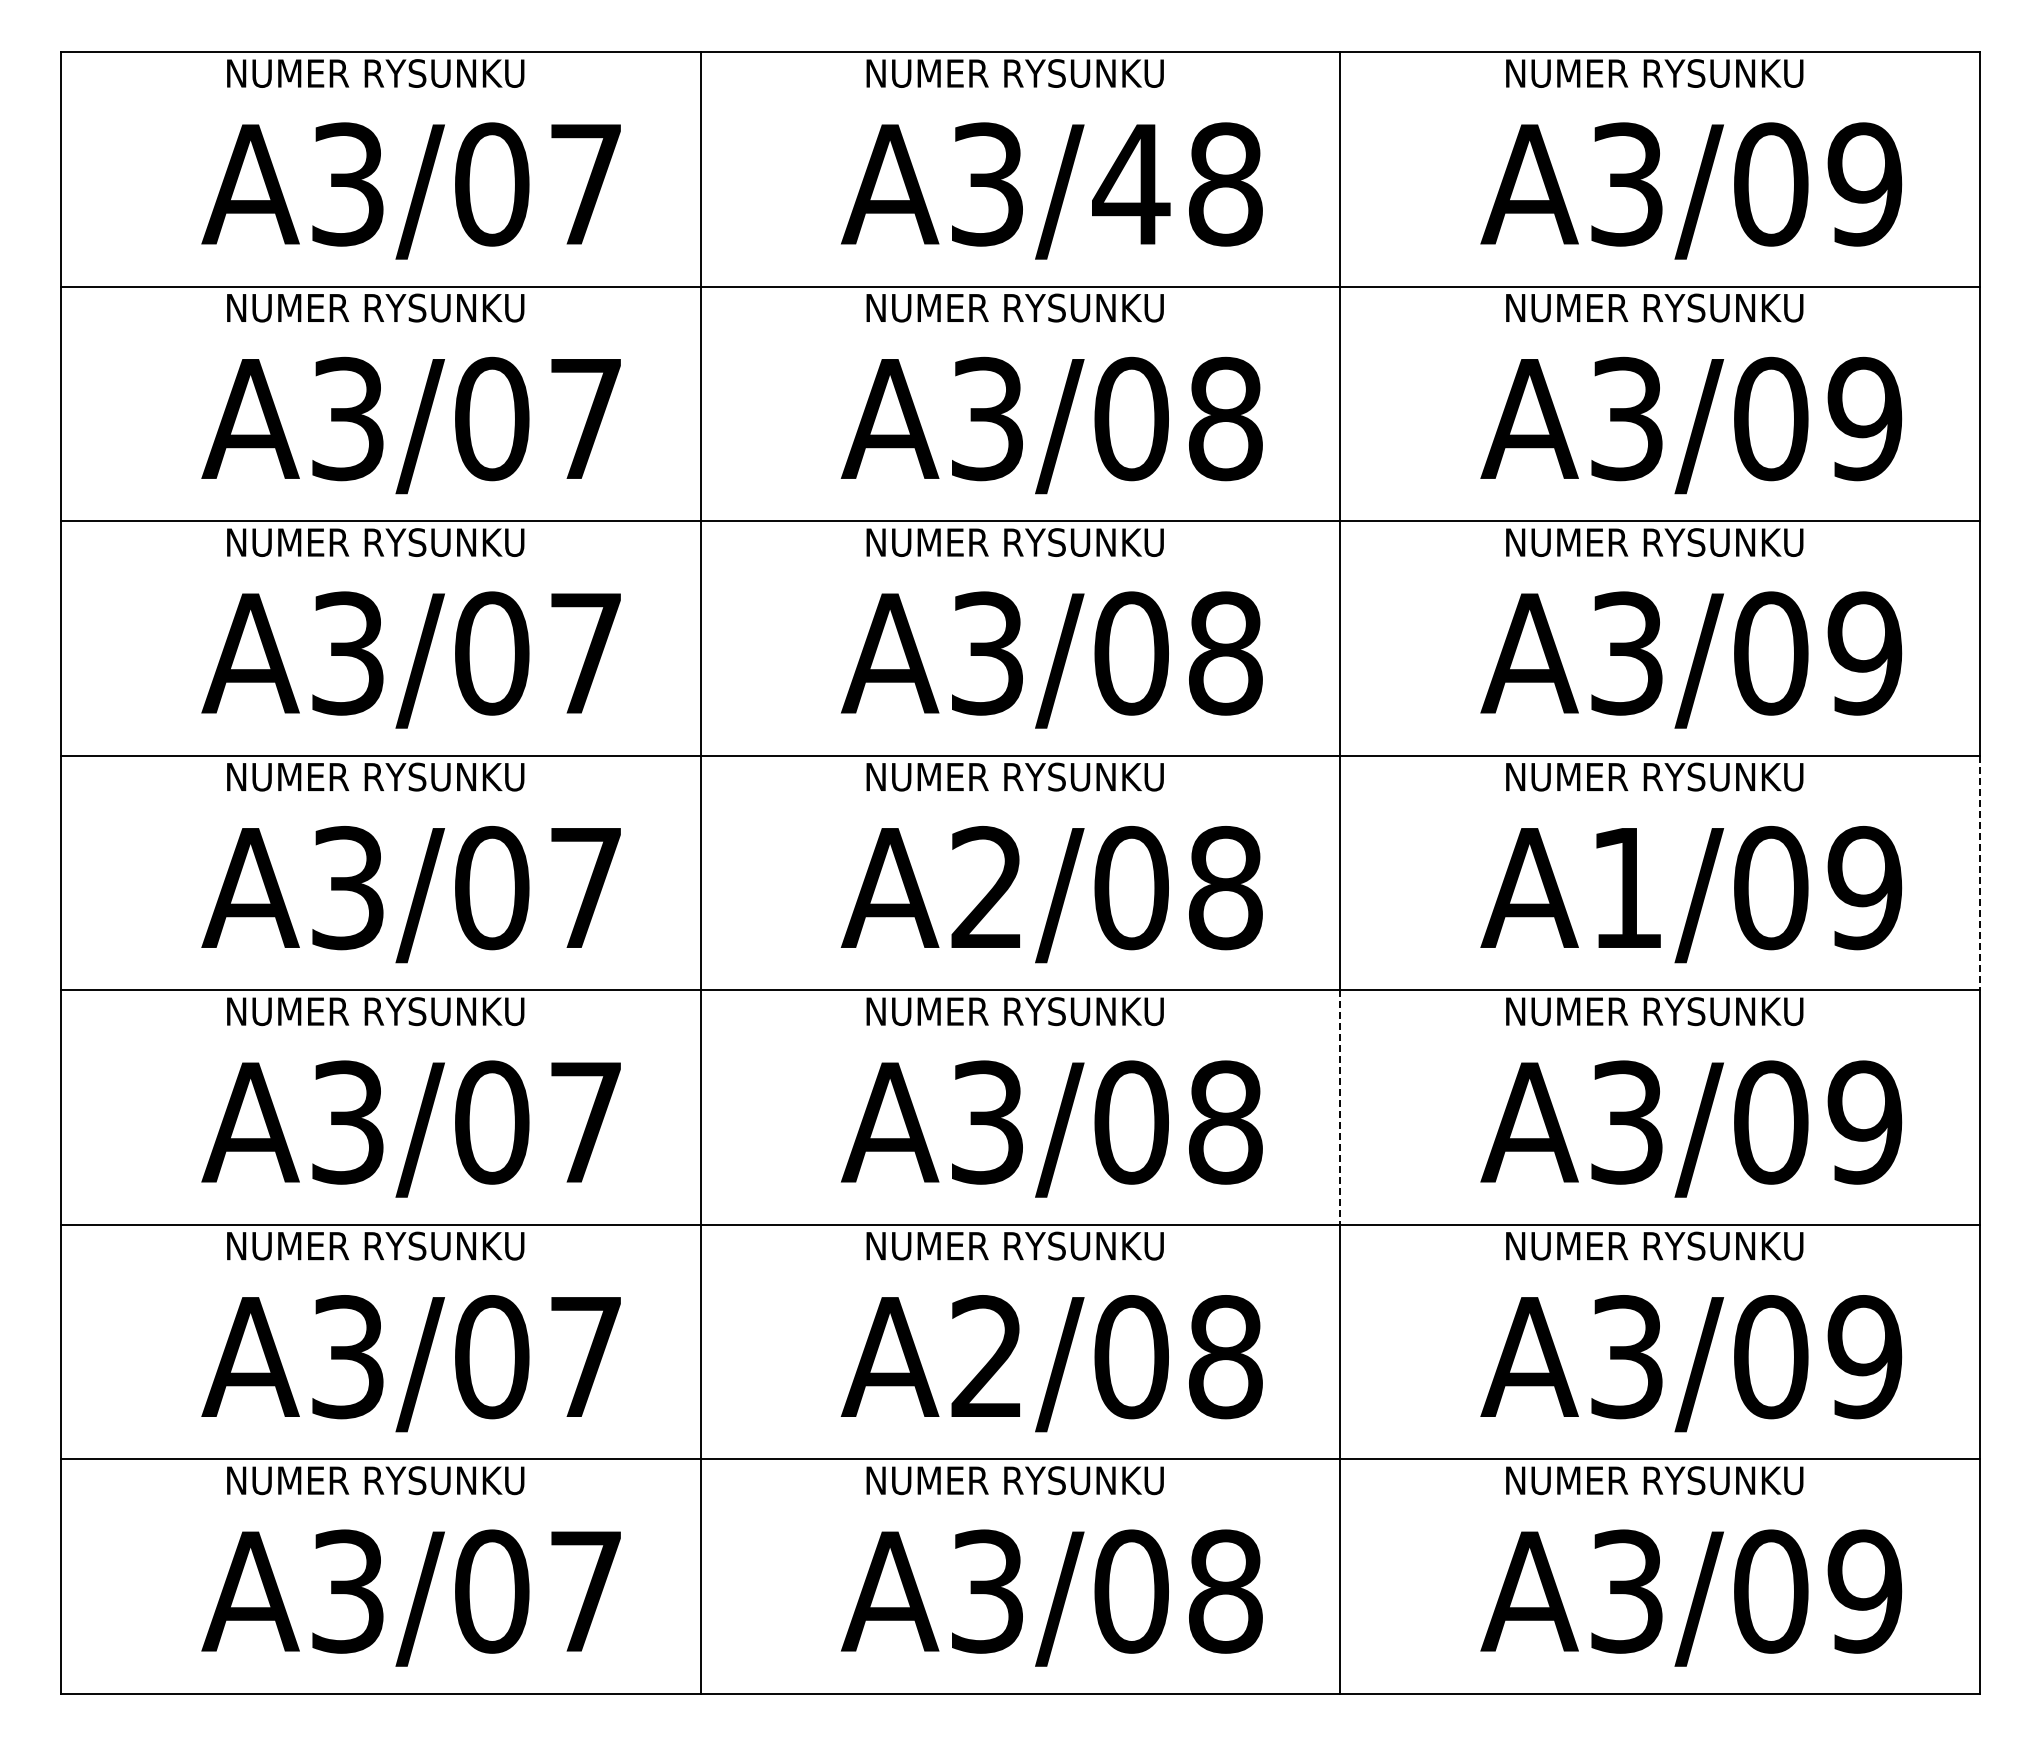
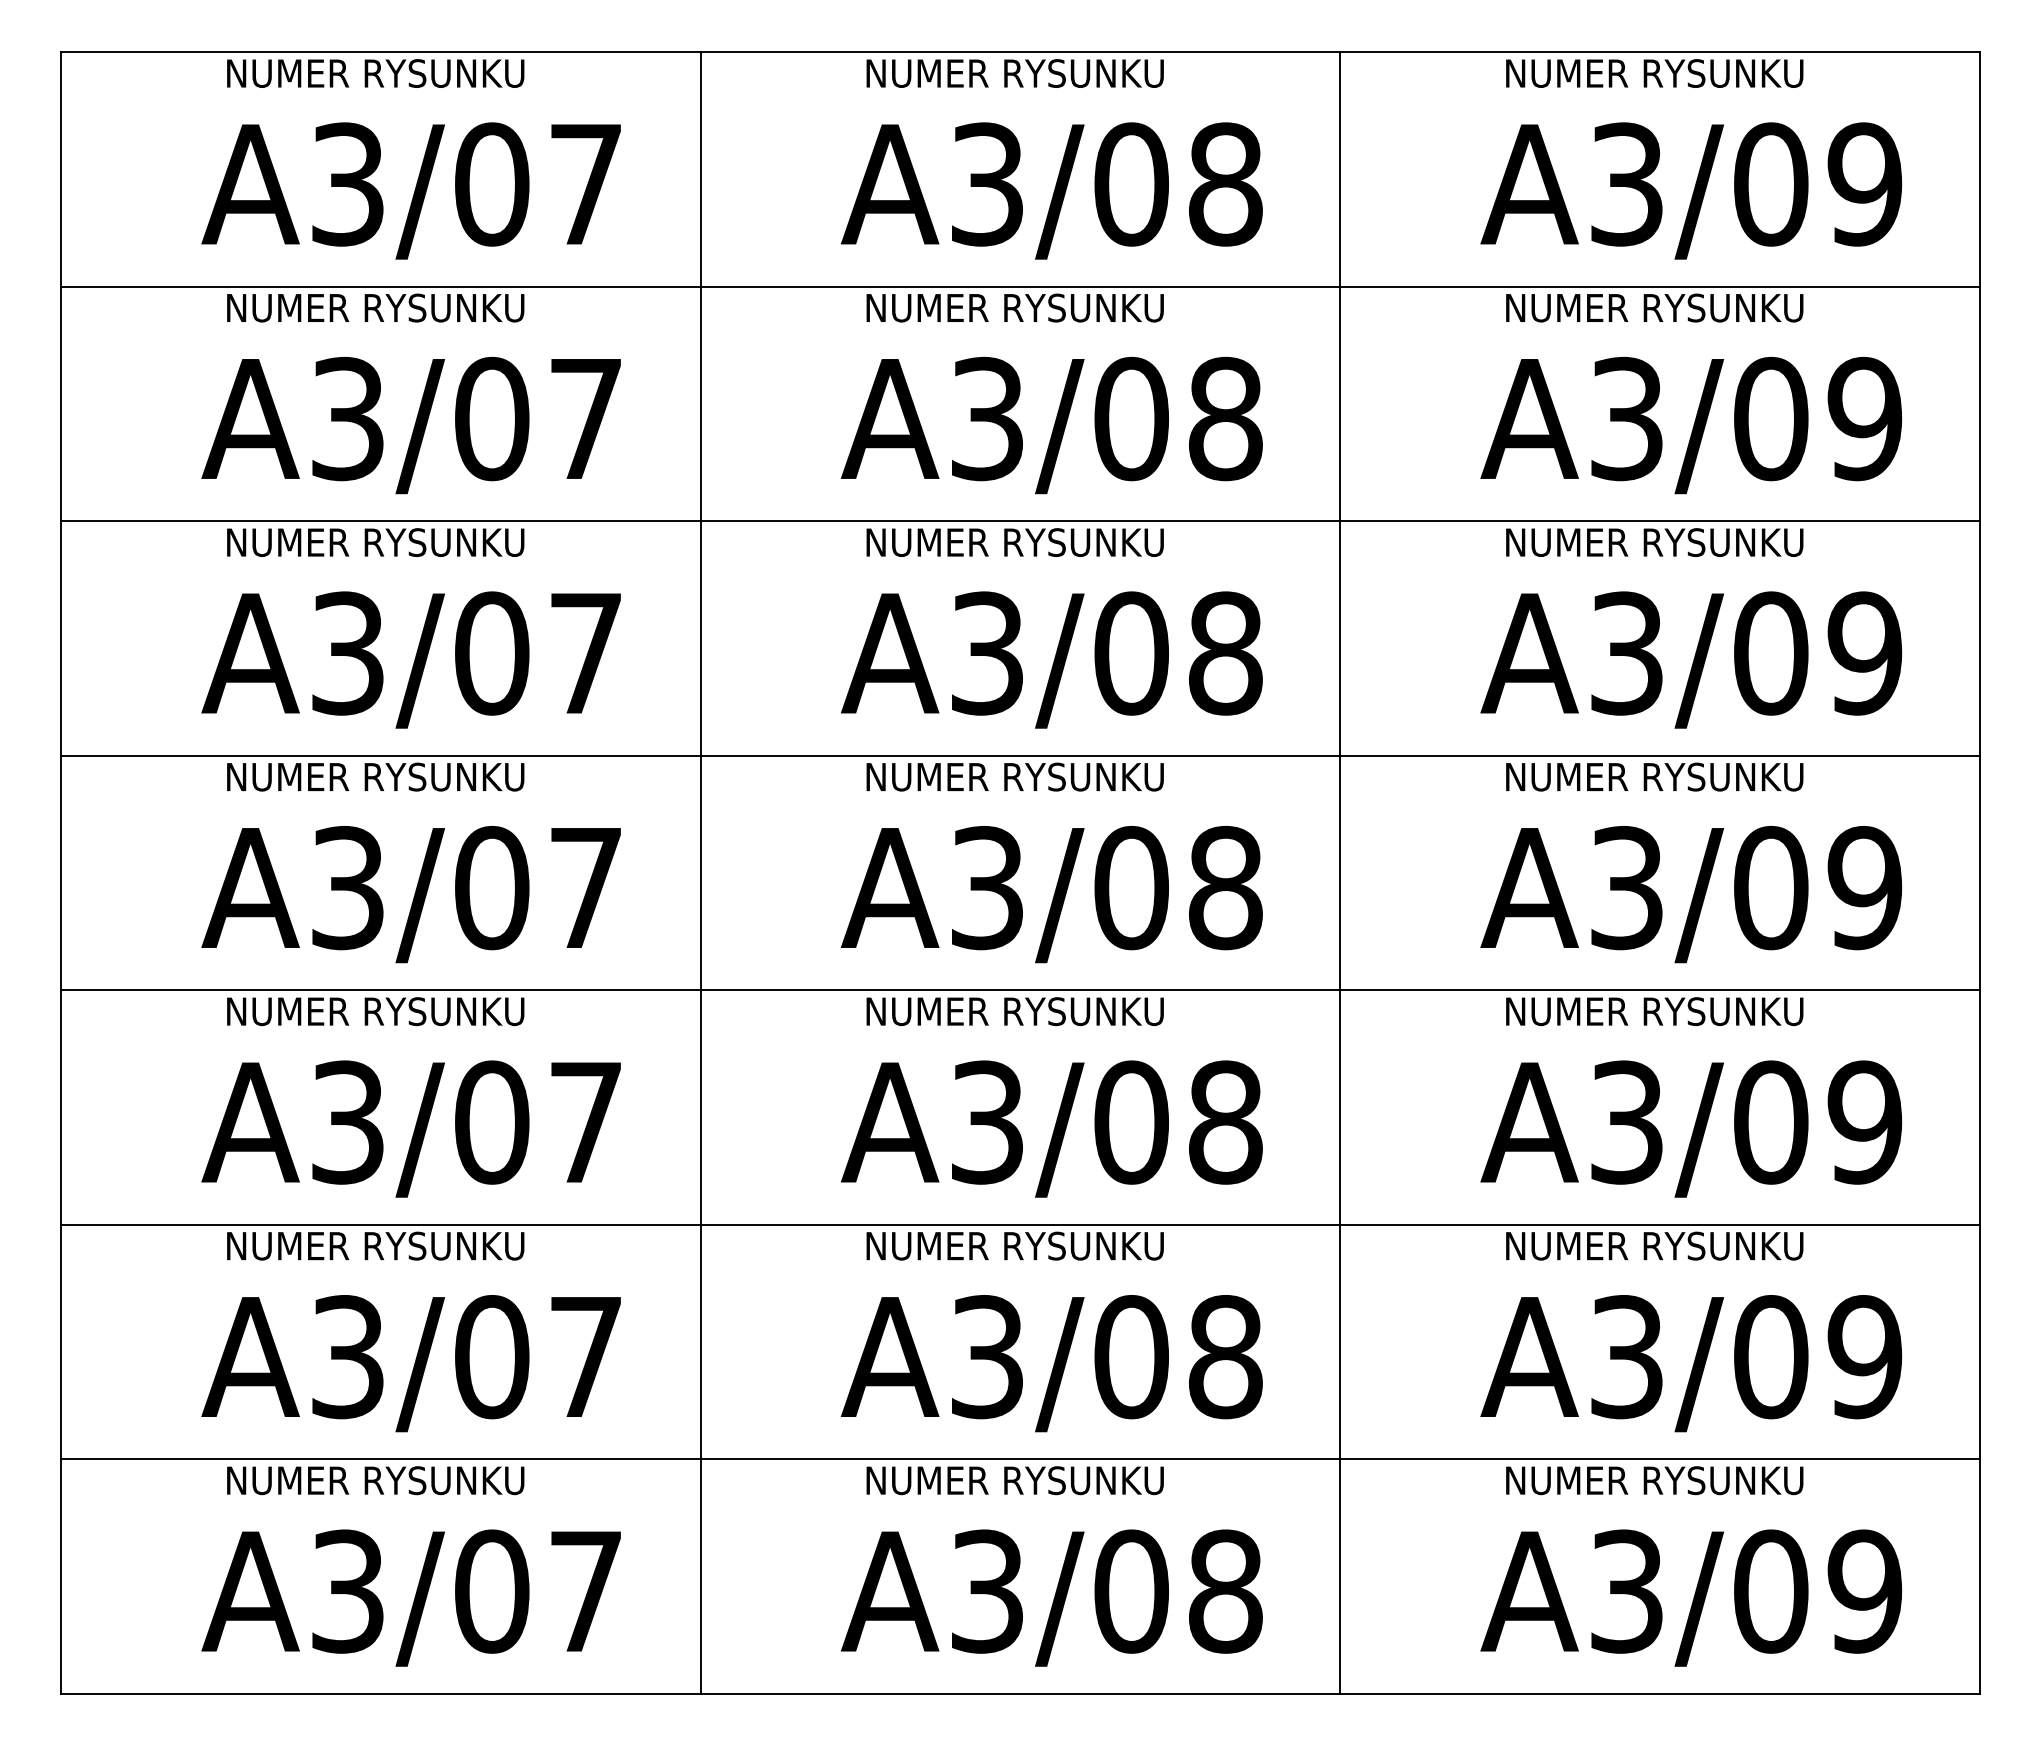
text at (1131, 184): A3/48 -> A3/08
line at (1979, 873): dashed -> solid
text at (986, 888): A2/08 -> A3/08
text at (1626, 888): A1/09 -> A3/09
line at (1340, 1108): dashed -> solid
text at (986, 1357): A2/08 -> A3/08
